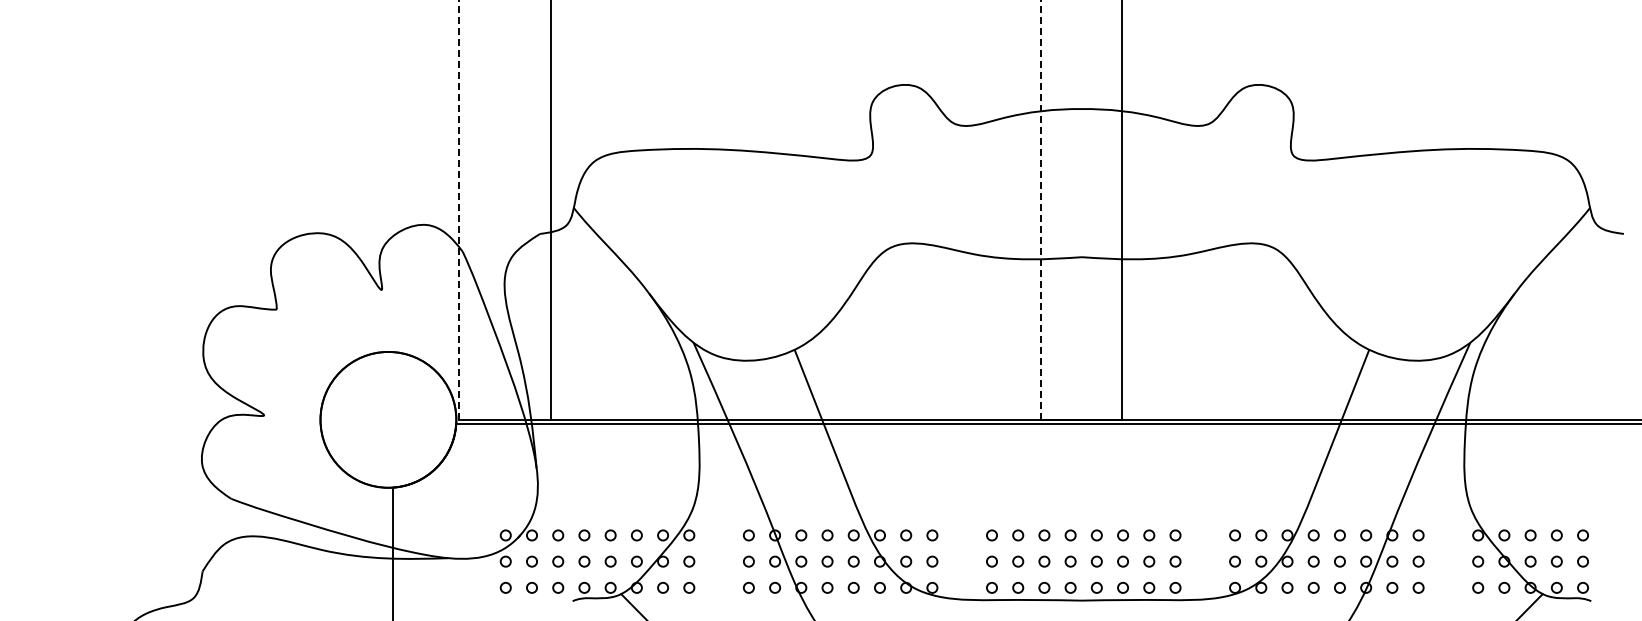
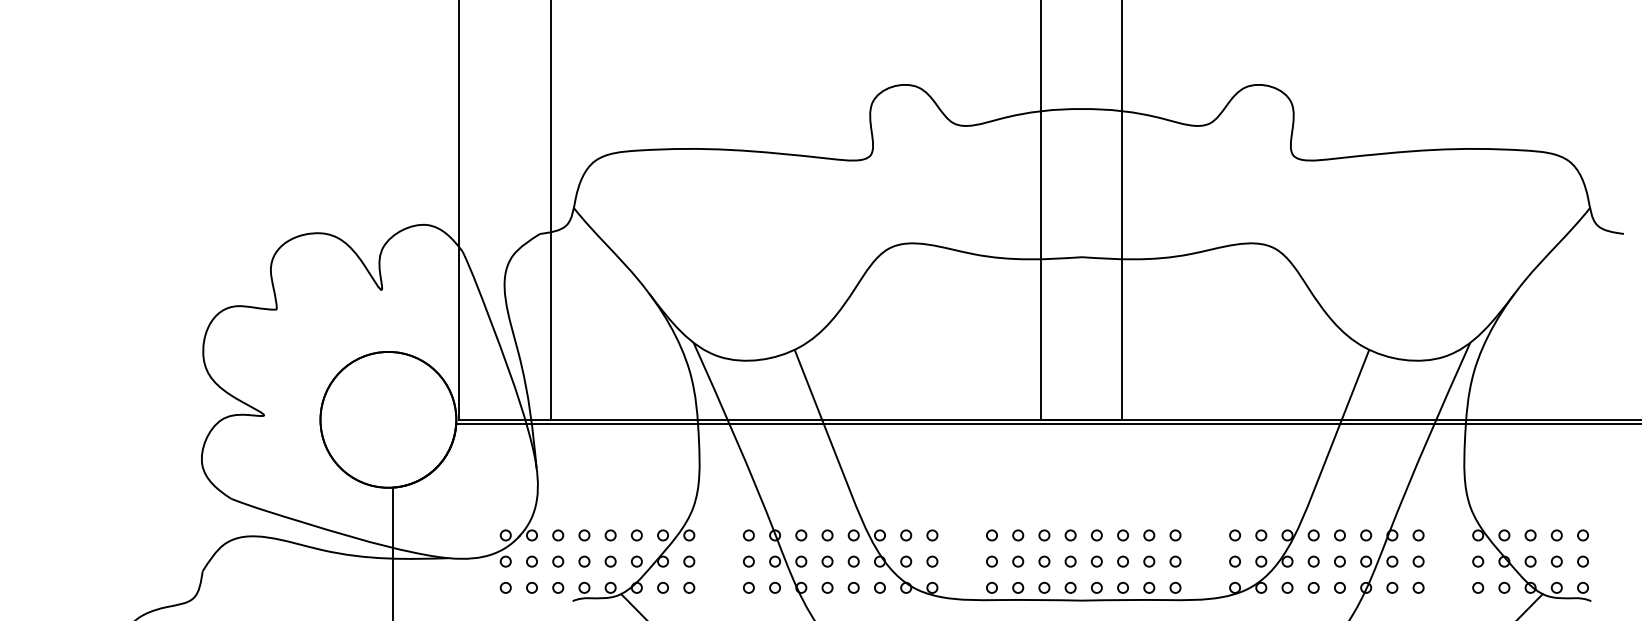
line at (459, 209): dashed -> solid
line at (1041, 209): dashed -> solid
